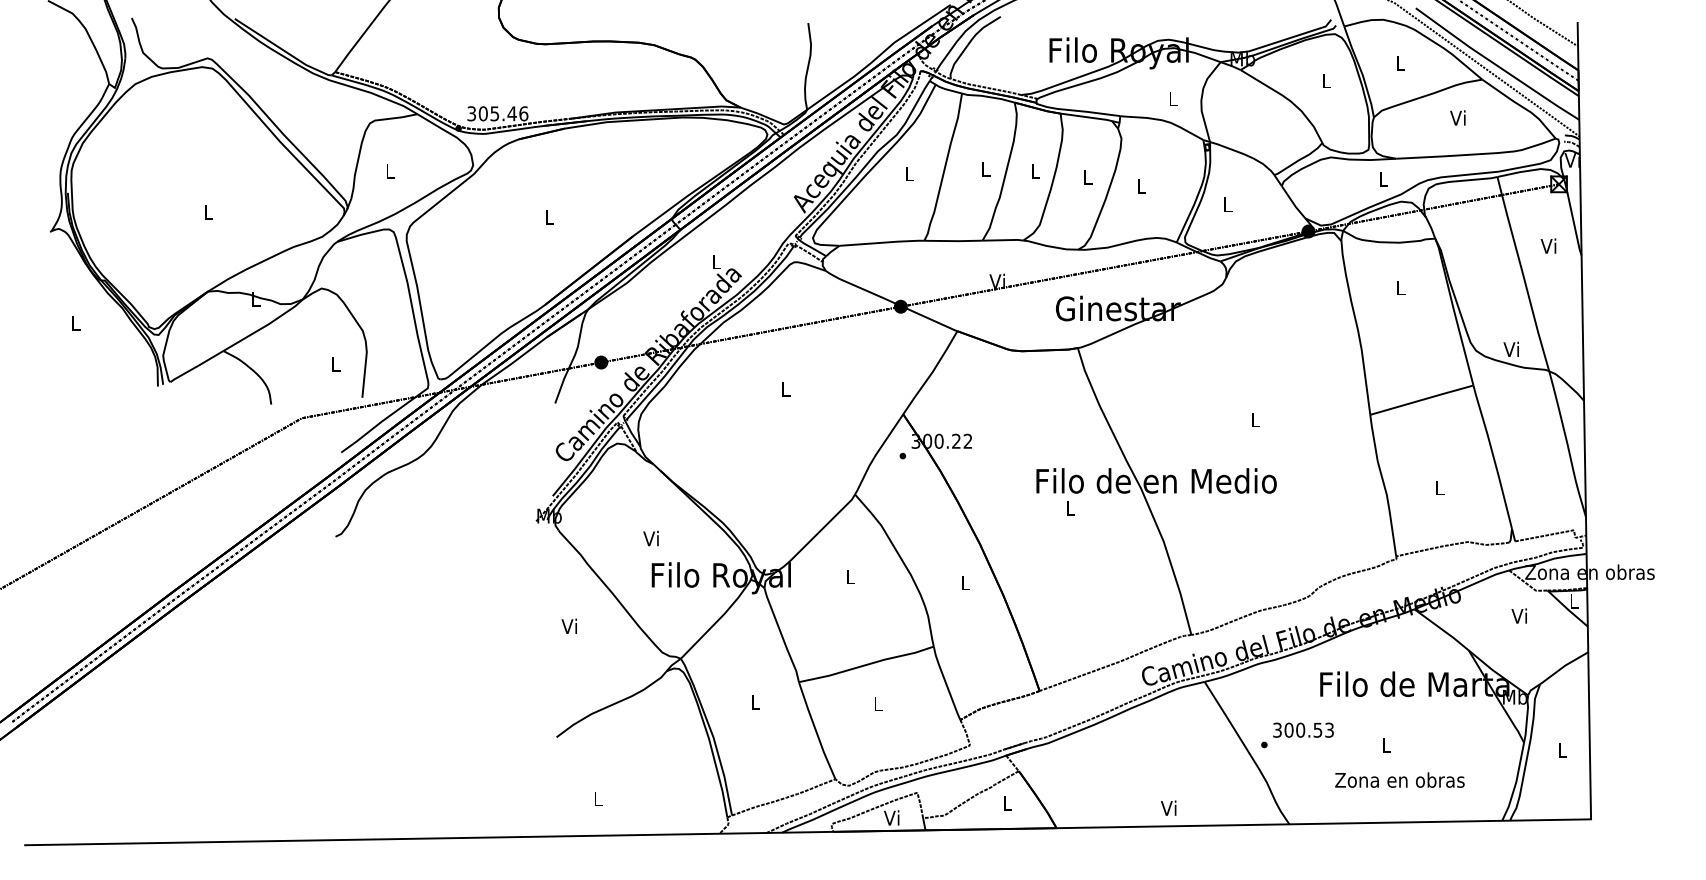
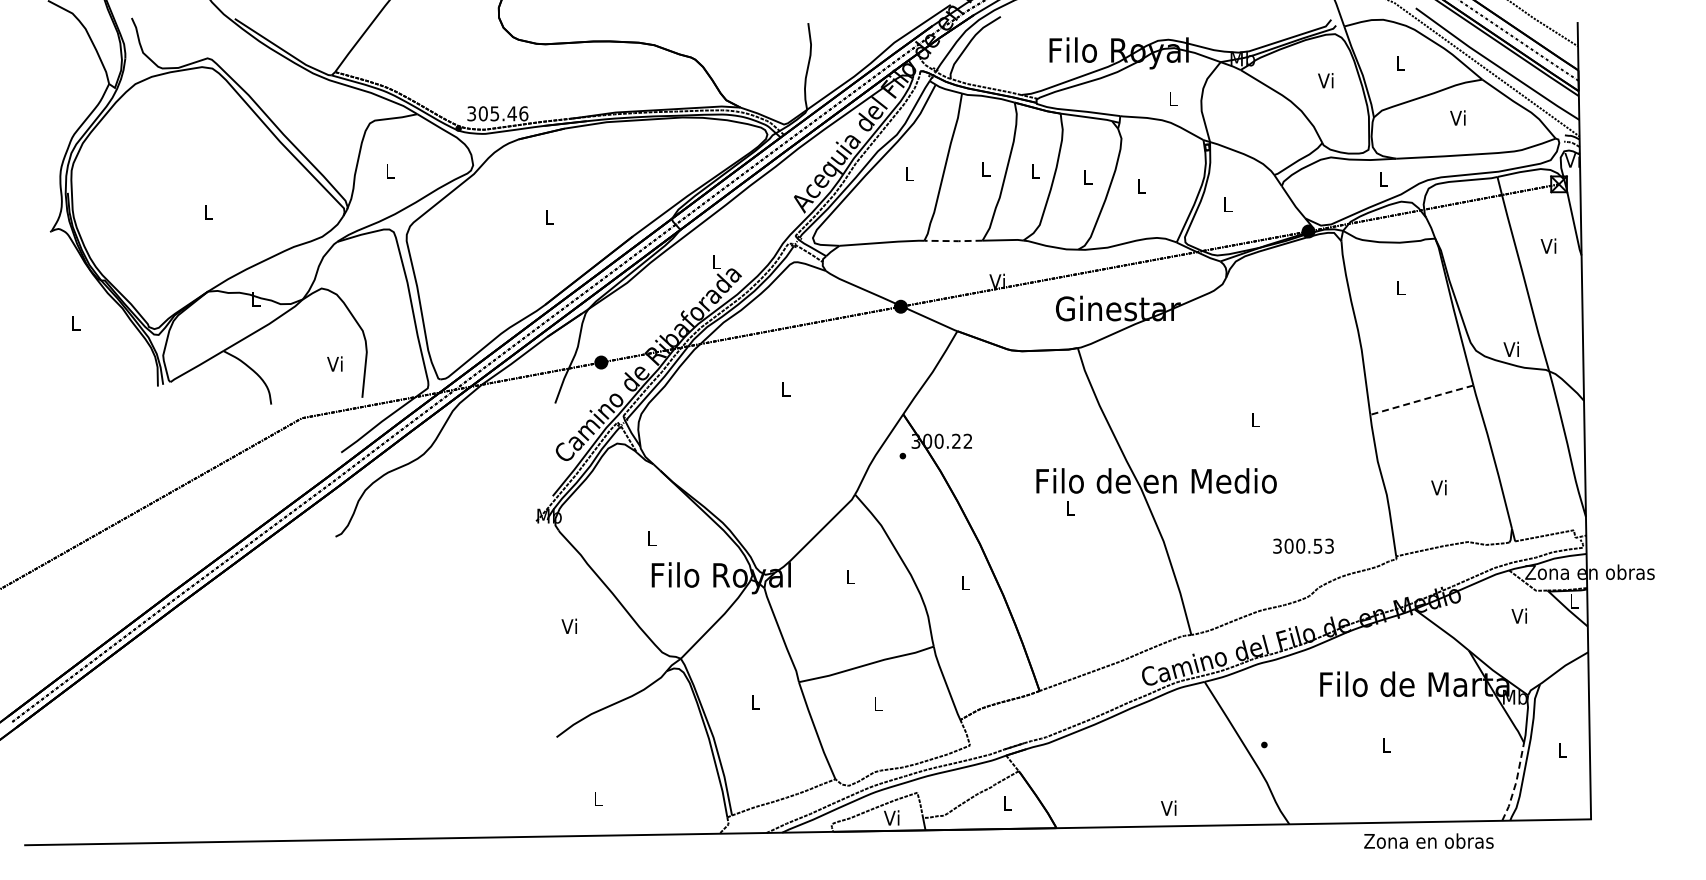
text at (1325, 80): L -> Vi
line at (953, 241): solid -> dashed
text at (334, 363): L -> Vi
line at (1422, 400): solid -> dashed
text at (1438, 487): L -> Vi
text at (650, 538): Vi -> L
text at (1303, 729) position: (1303, 729) -> (1303, 545)
text at (1399, 779) position: (1399, 779) -> (1428, 840)
line at (1516, 782): solid -> dashed
